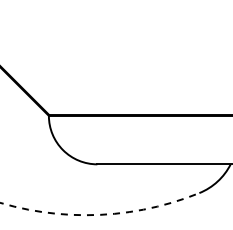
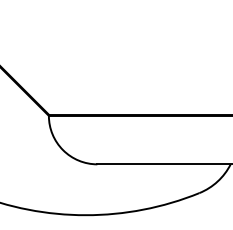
arc at (100, 214): dashed -> solid
